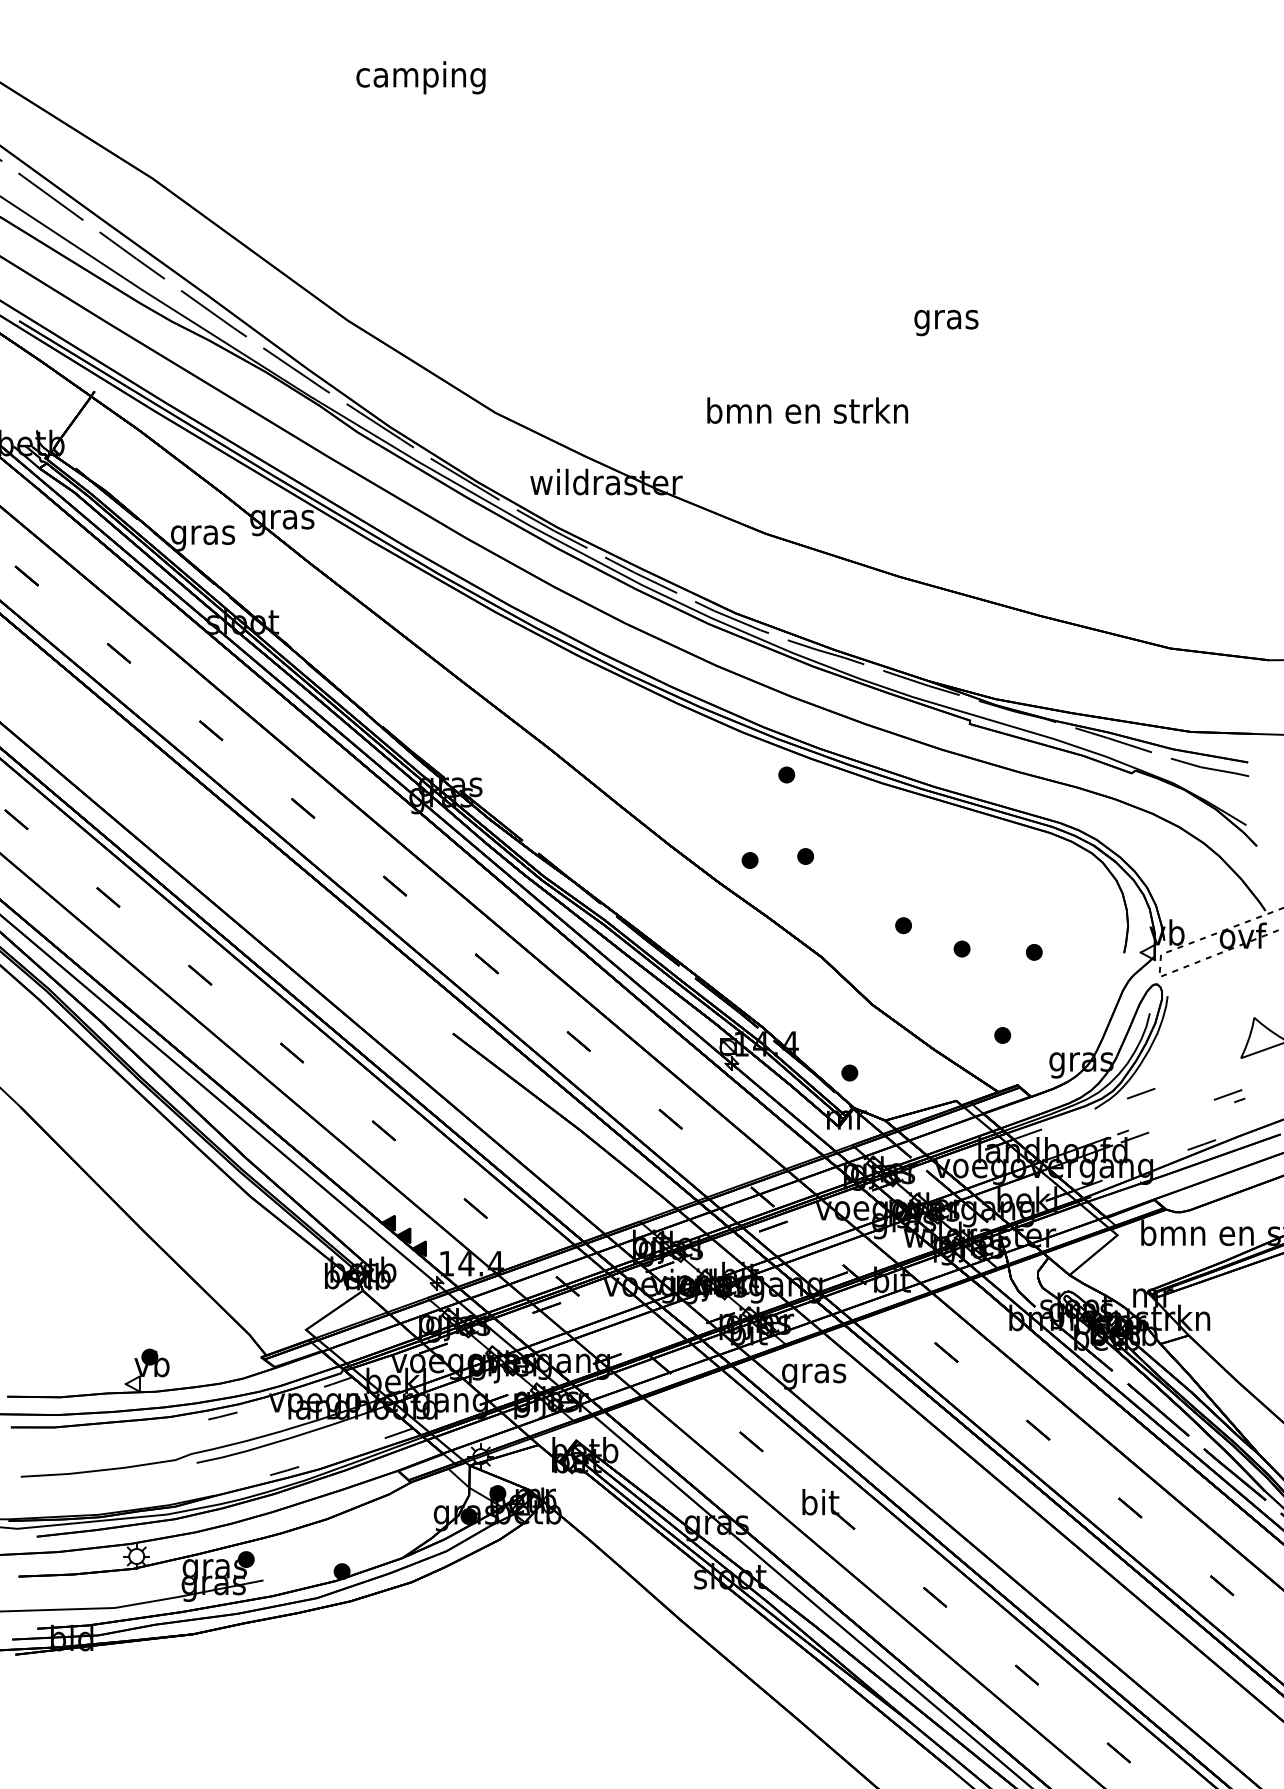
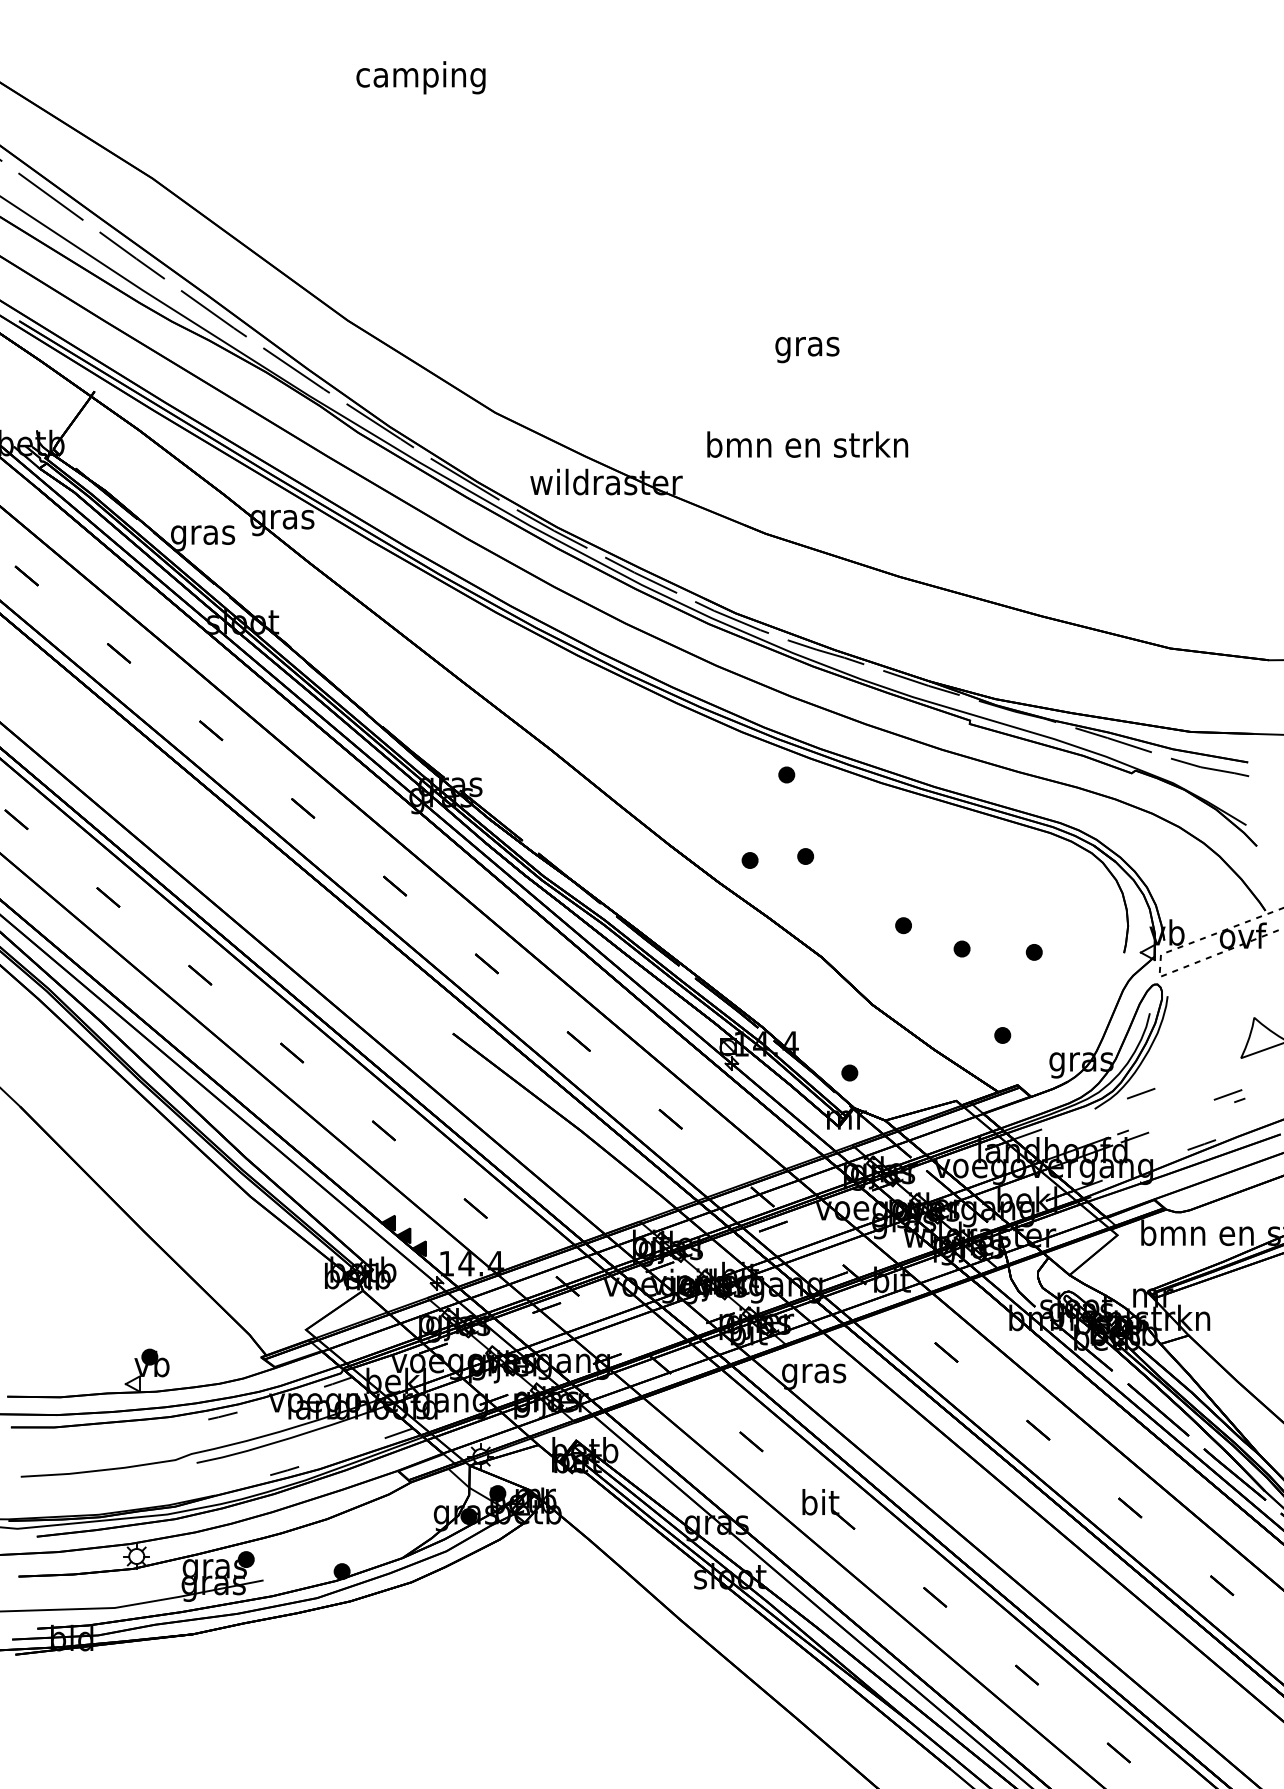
text at (946, 322) position: (946, 322) -> (807, 349)
text at (807, 410) position: (807, 410) -> (807, 444)
